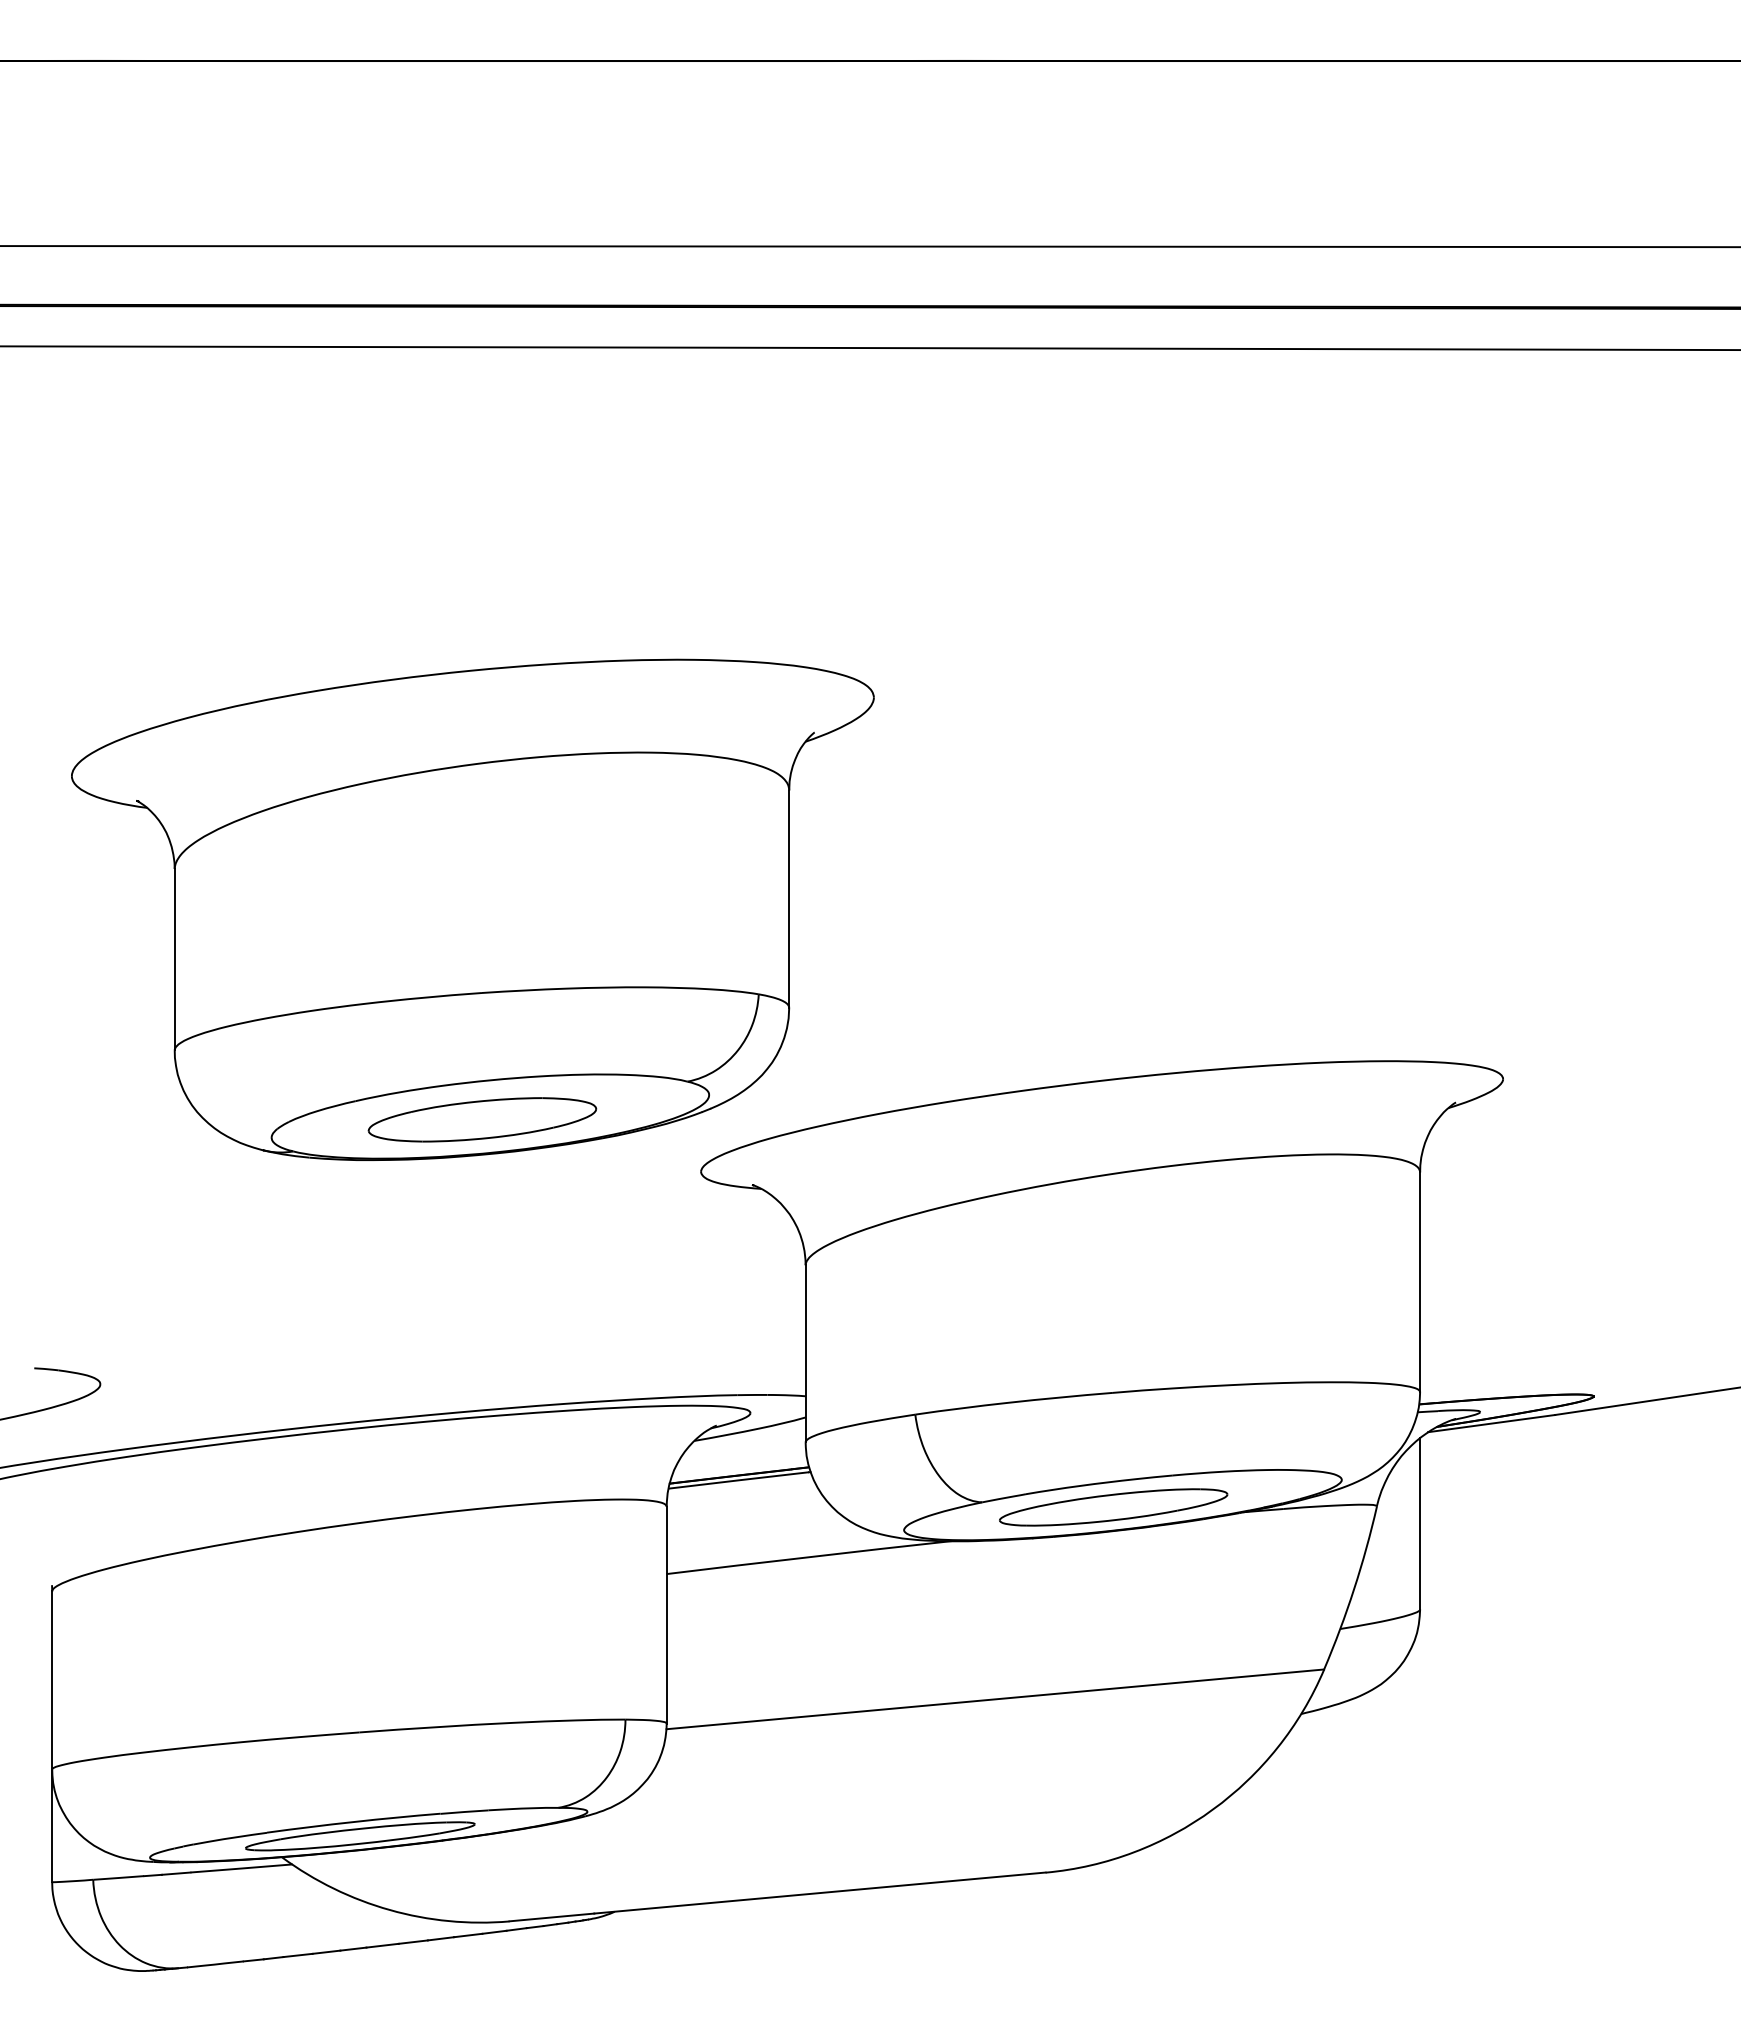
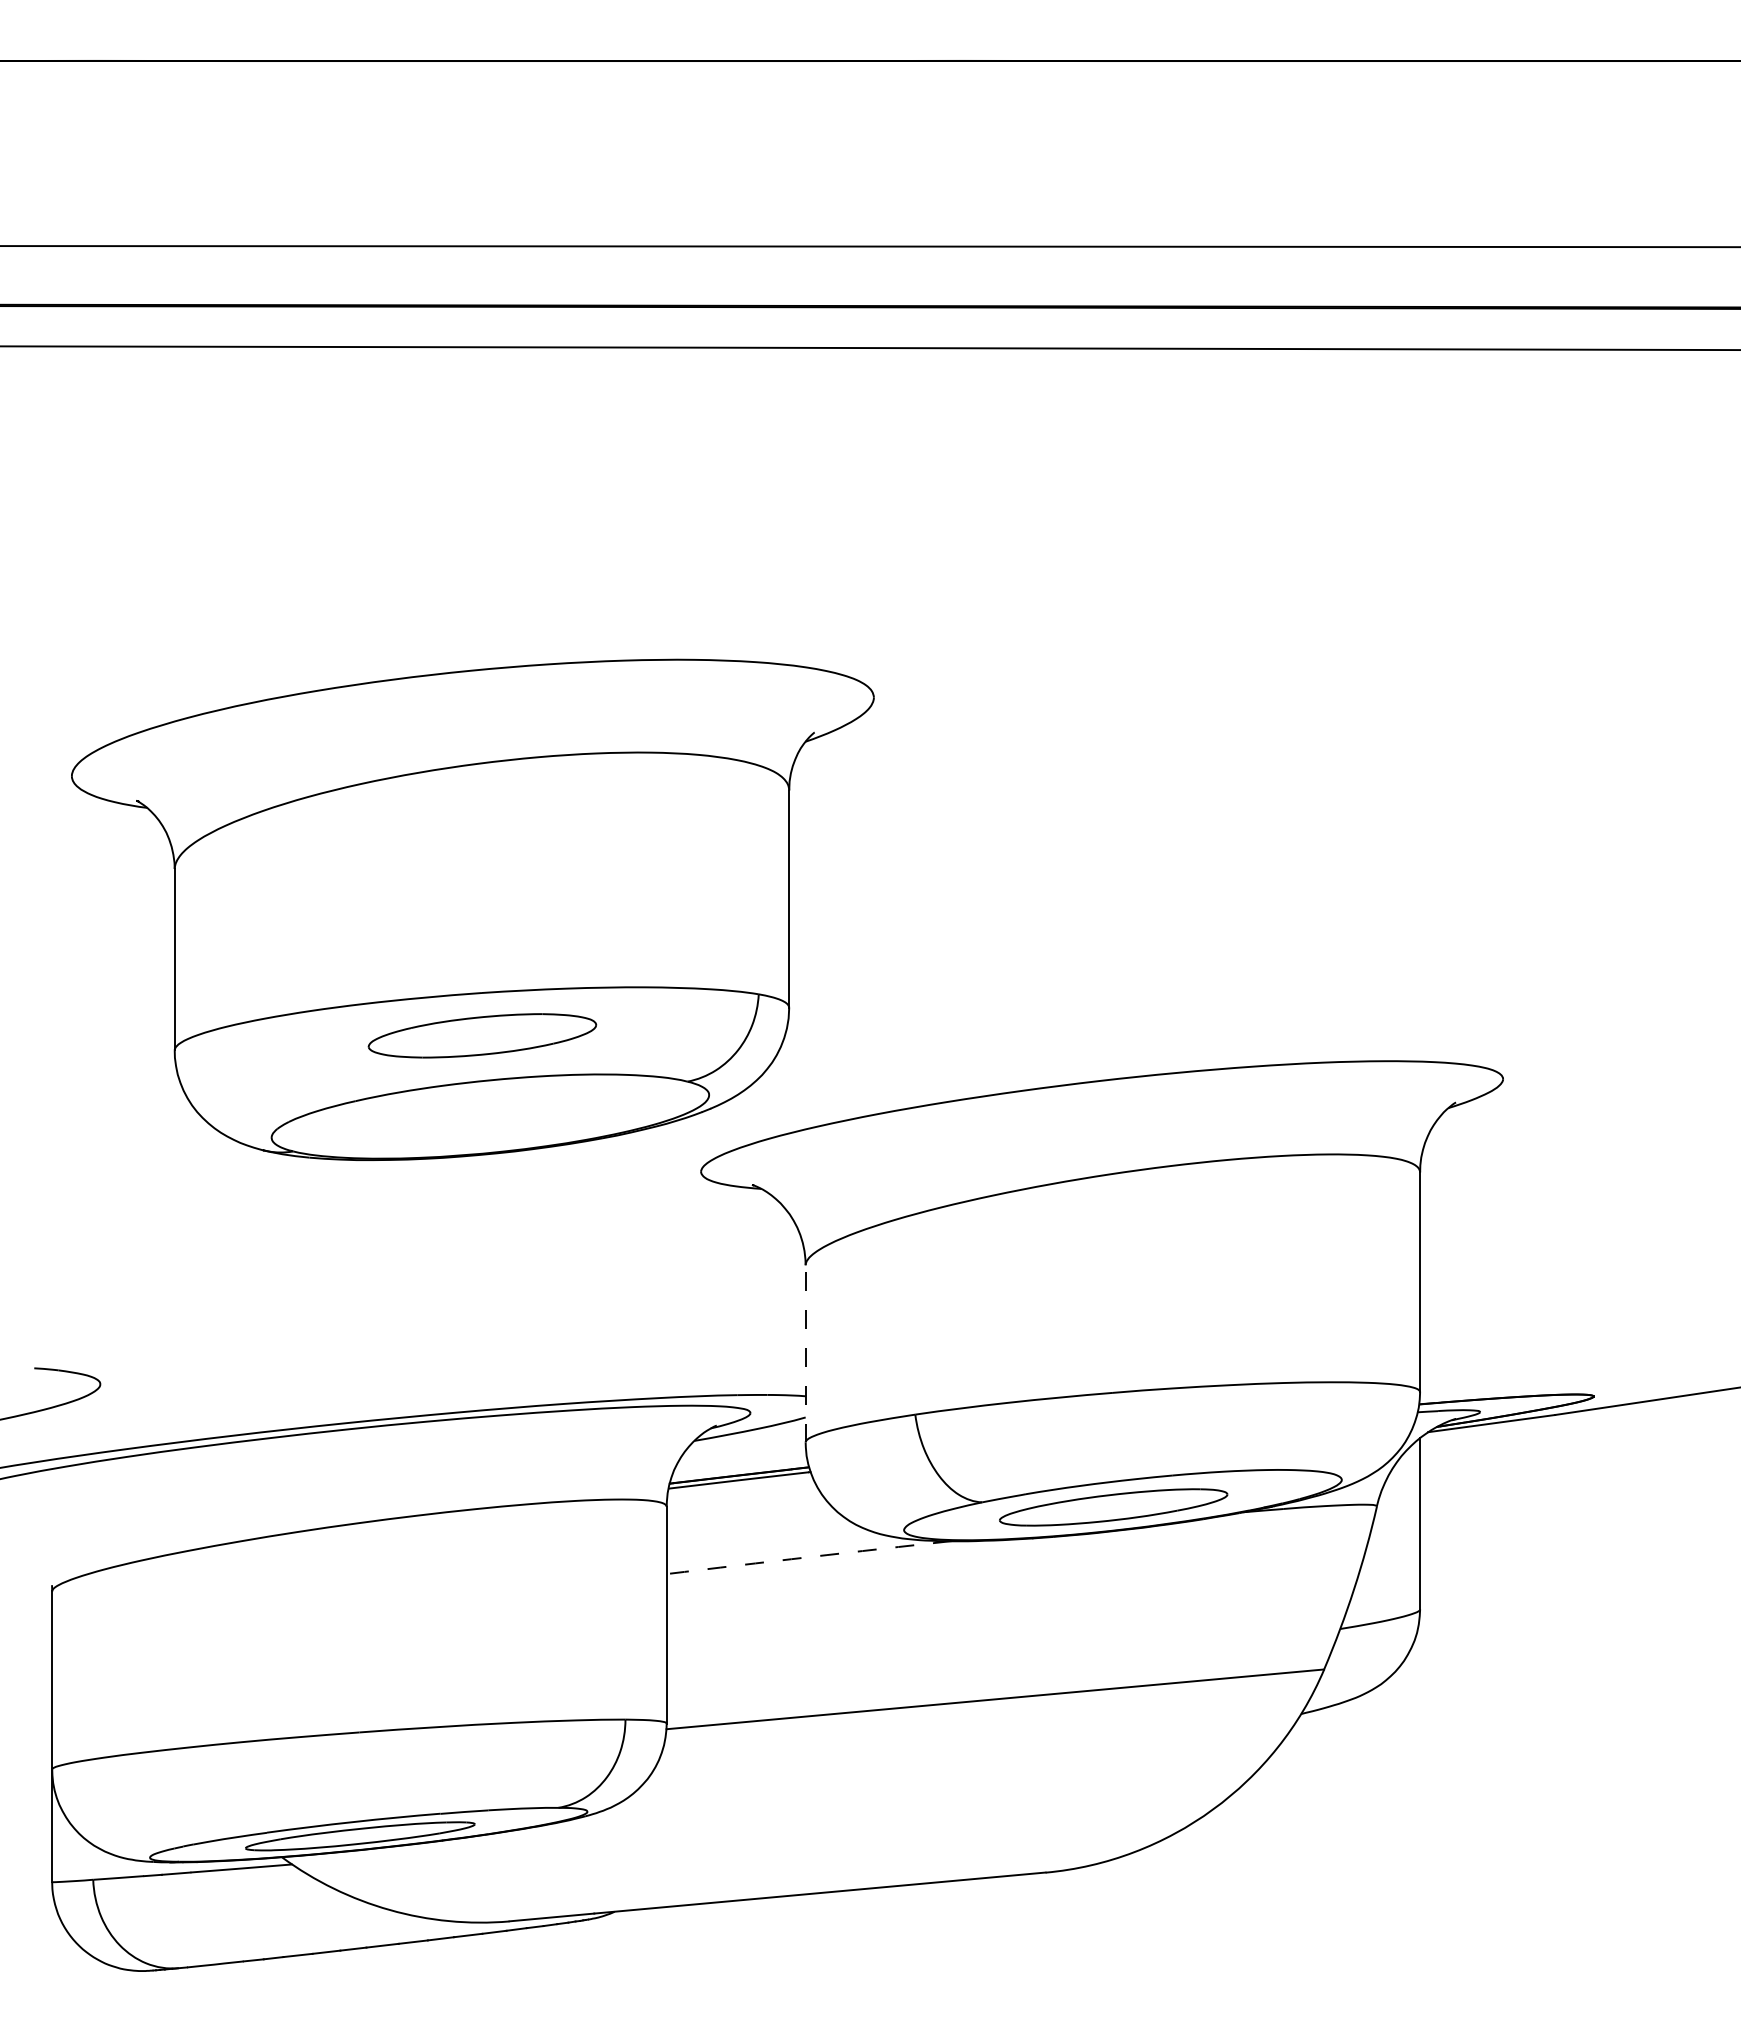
part at (482, 1119) position: (482, 1119) -> (482, 1035)
line at (805, 1353): solid -> dashed
arc at (809, 1557): solid -> dashed
